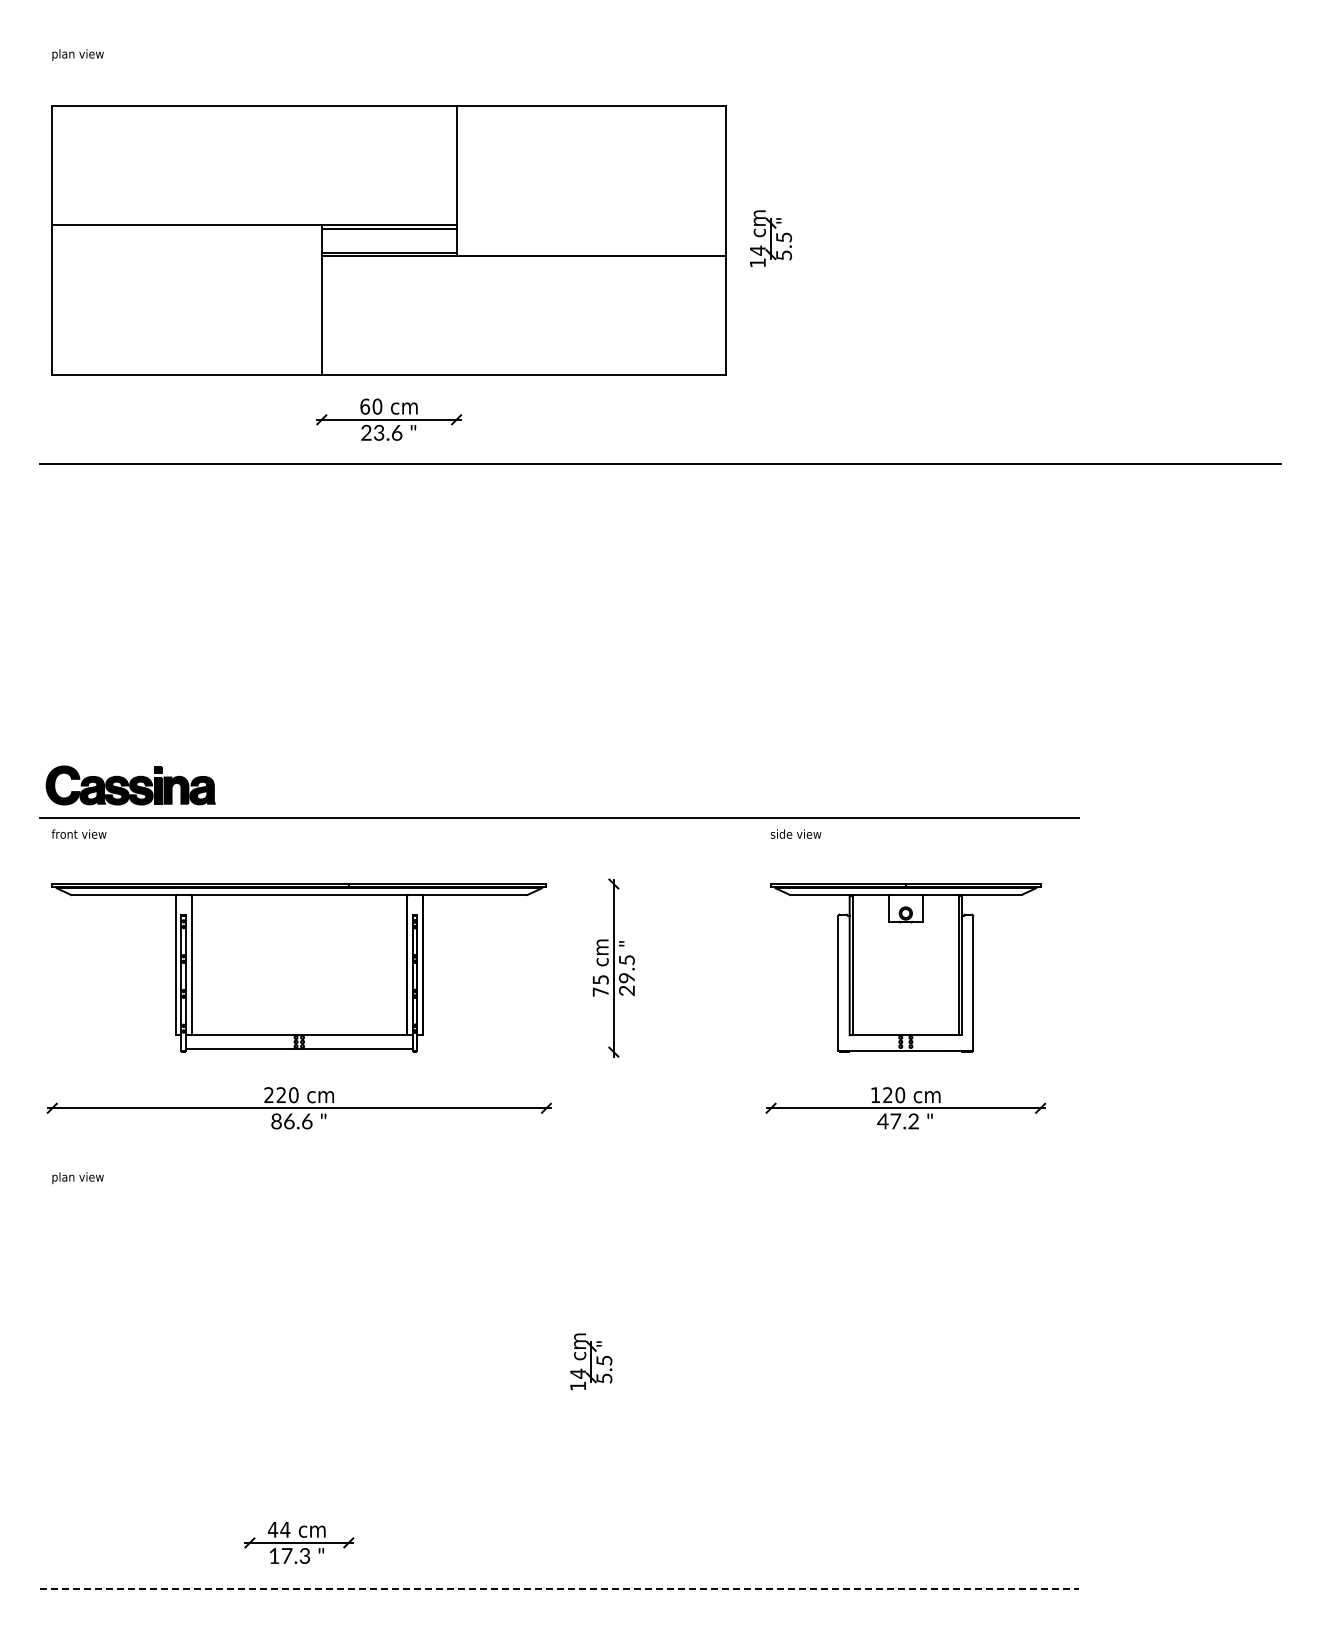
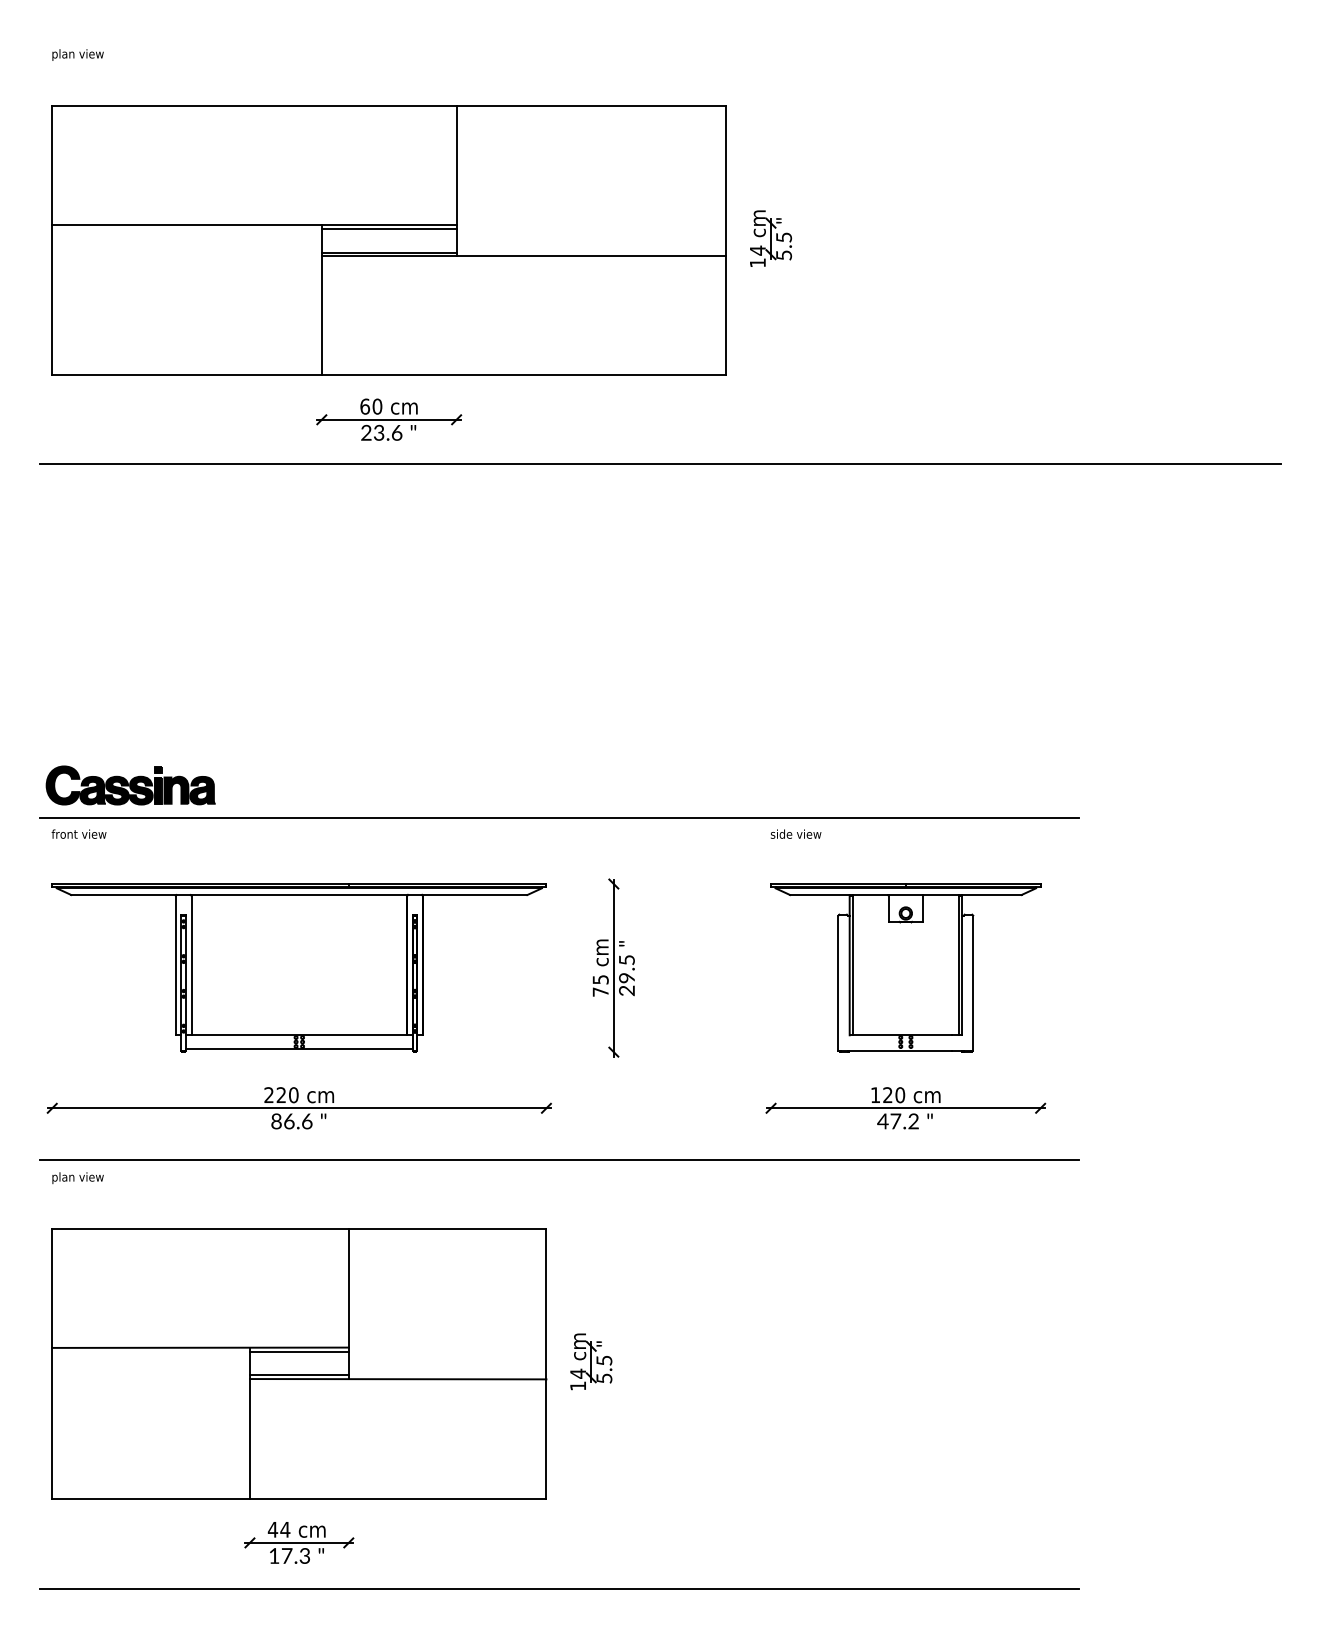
line at (559, 1159): none -> present
part at (299, 1363): none -> present
line at (559, 1588): dashed -> solid
